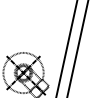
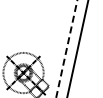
line at (66, 48): solid -> dashed
